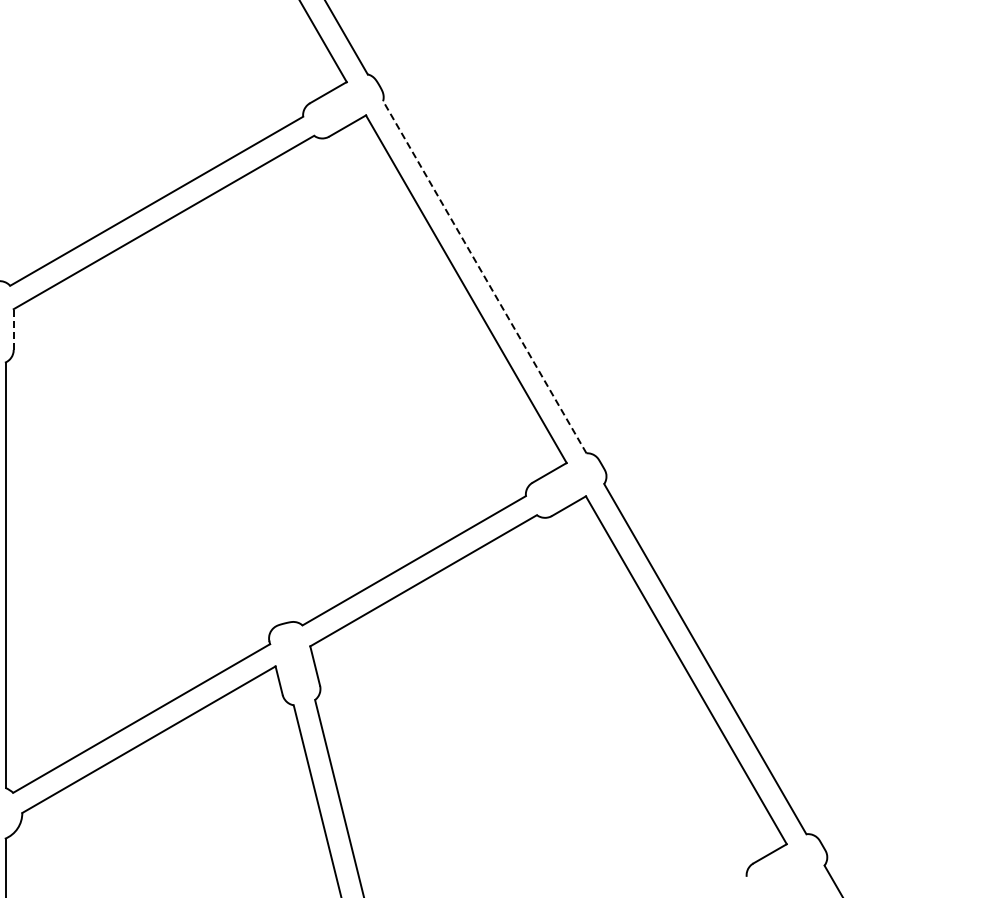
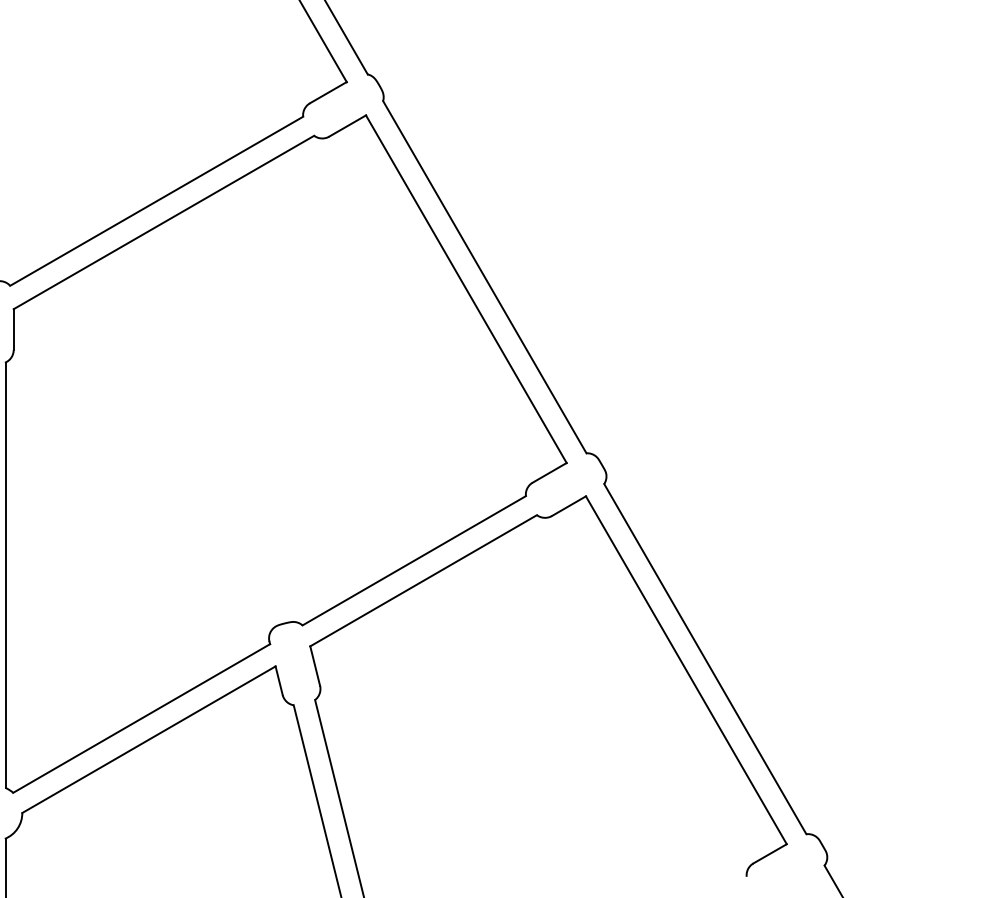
line at (484, 276): dashed -> solid
line at (13, 329): dashed -> solid
